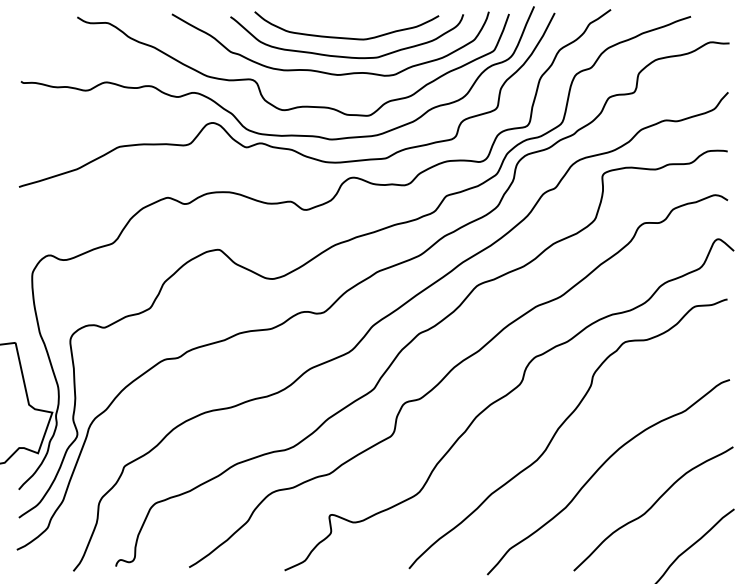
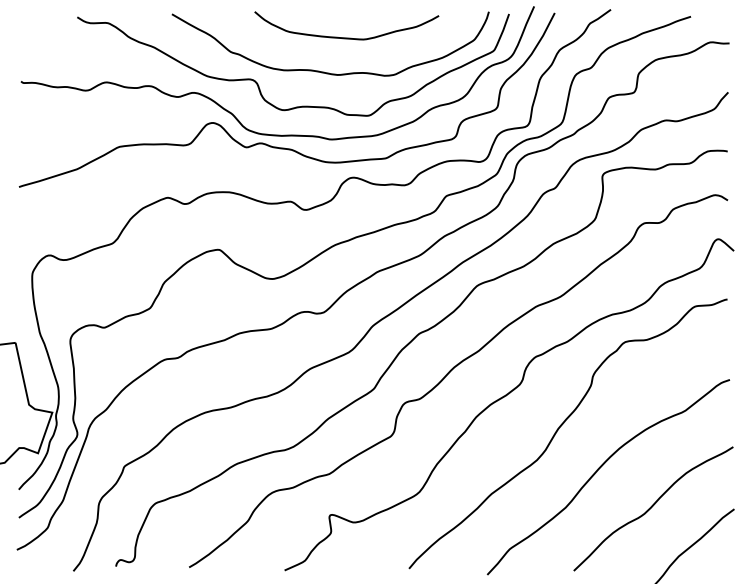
curve at (347, 56): present -> none
